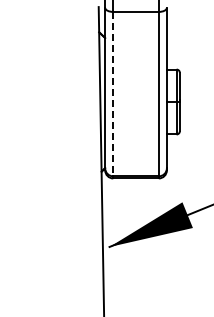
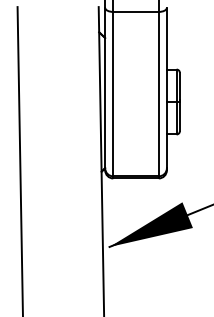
line at (113, 94): dashed -> solid
line at (19, 160): none -> present
